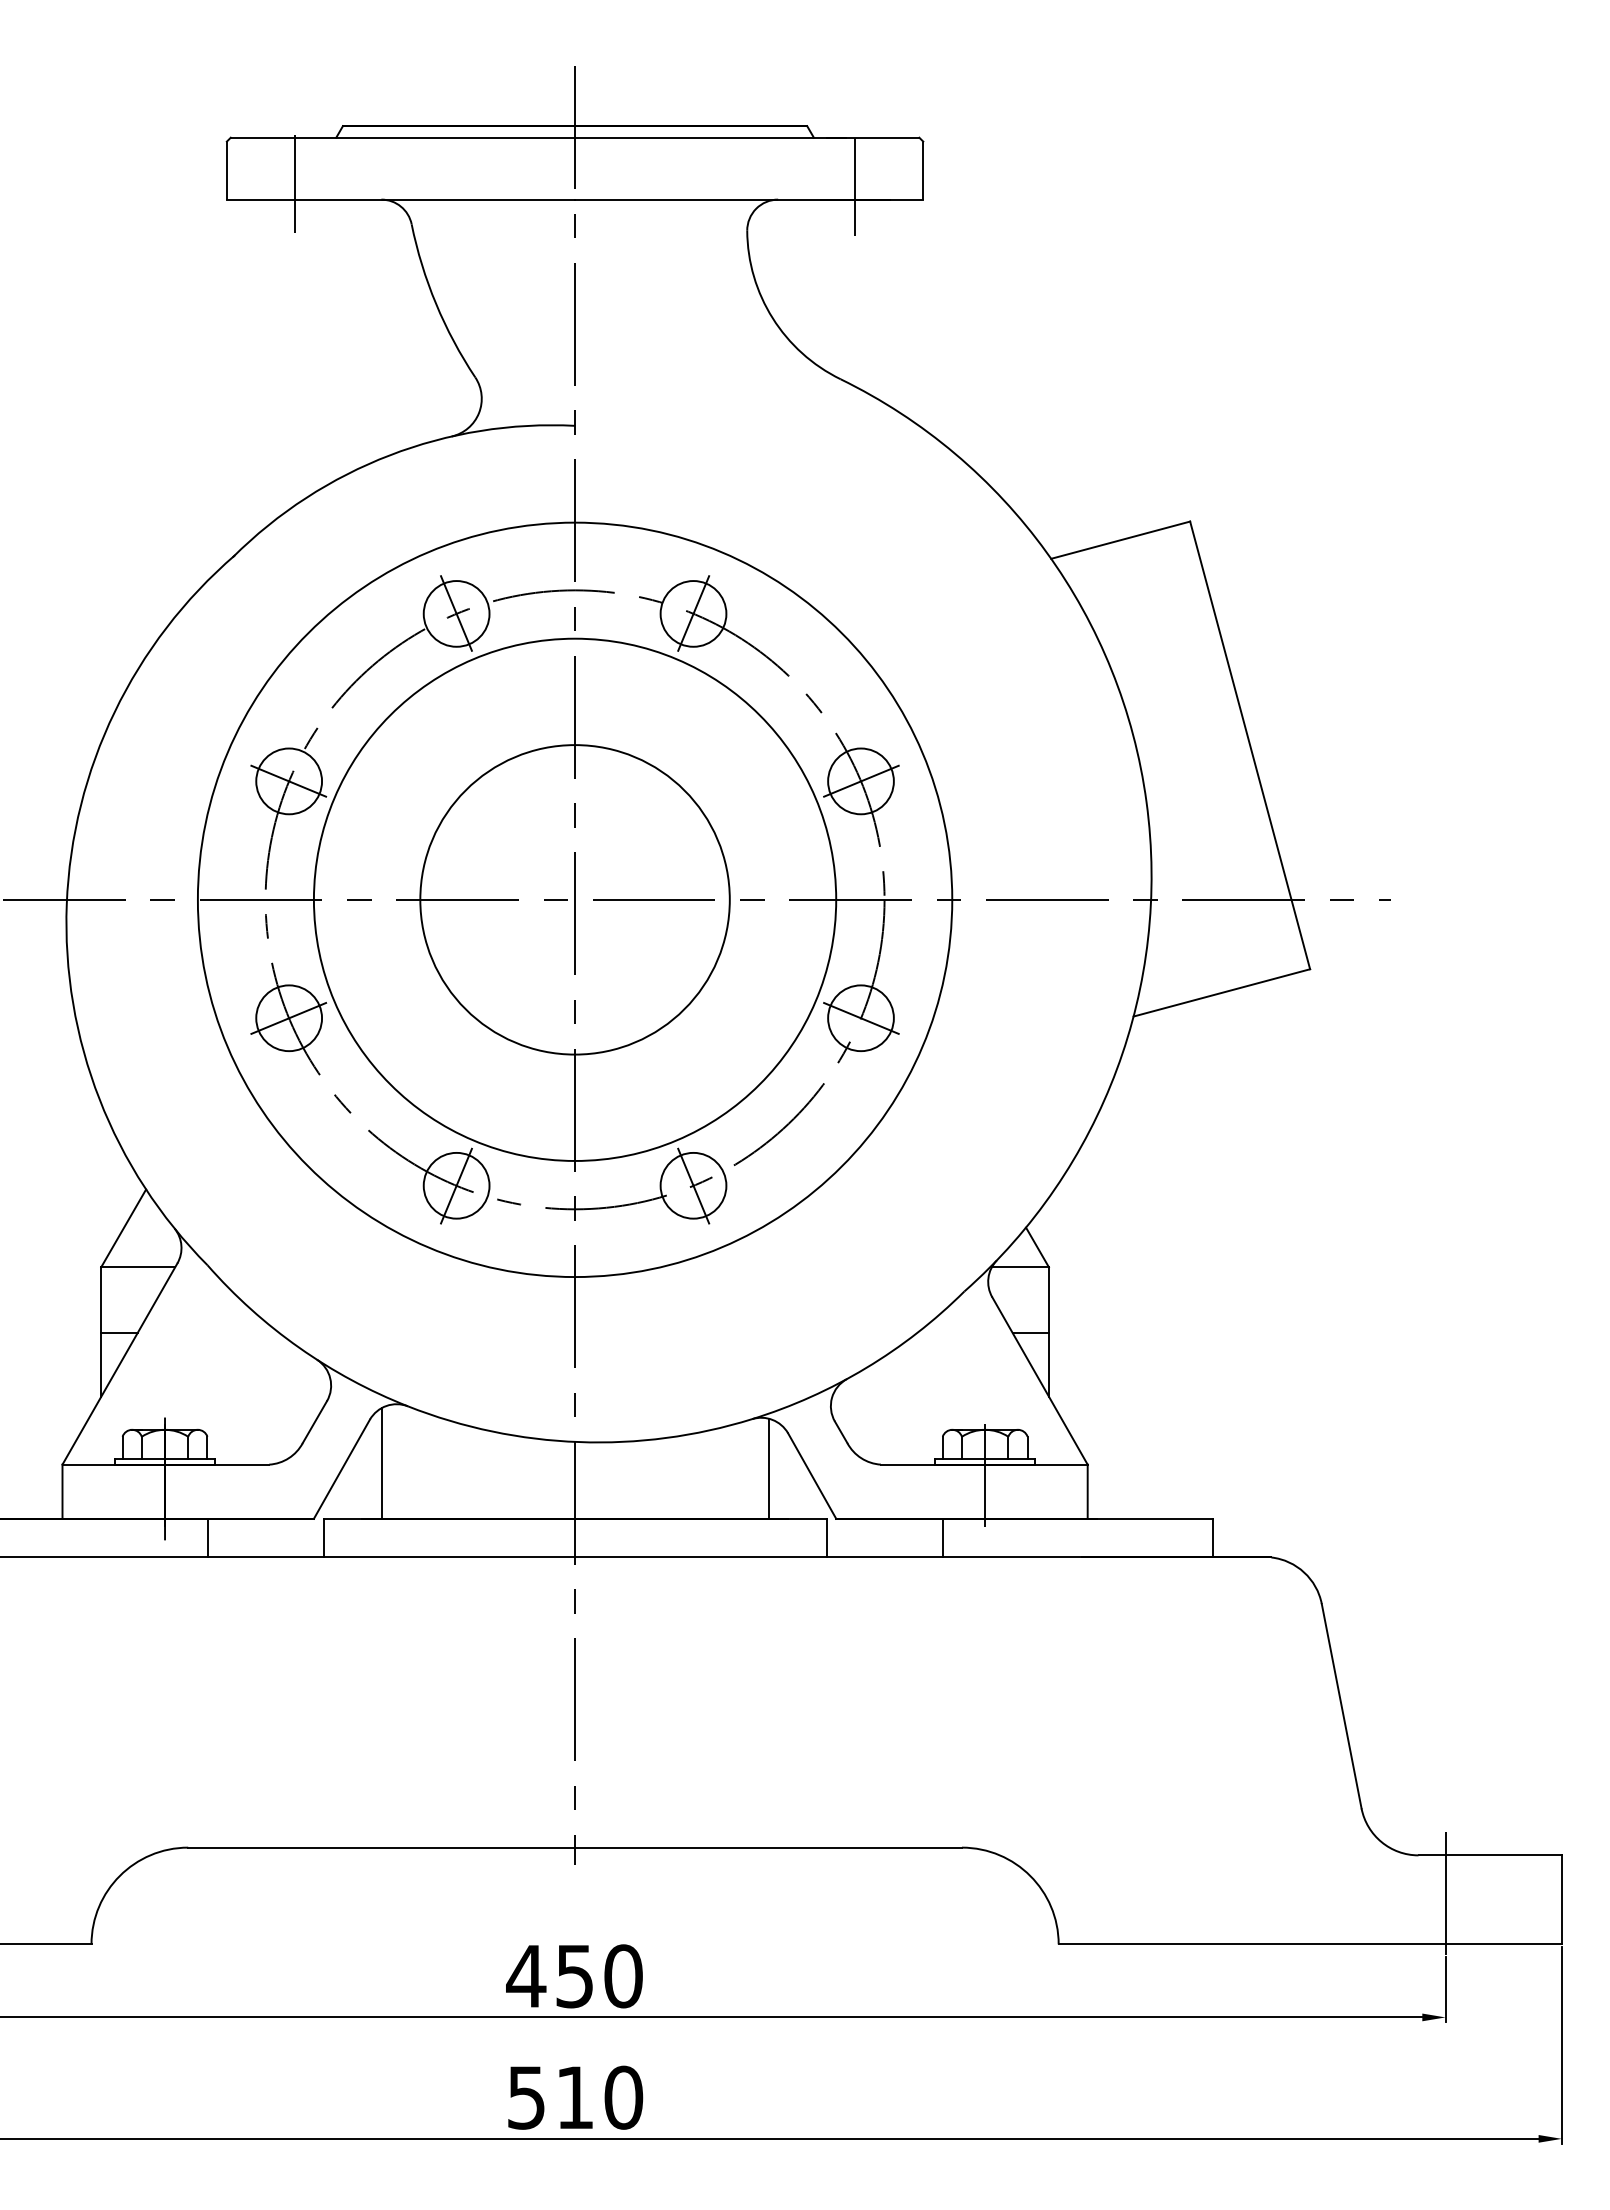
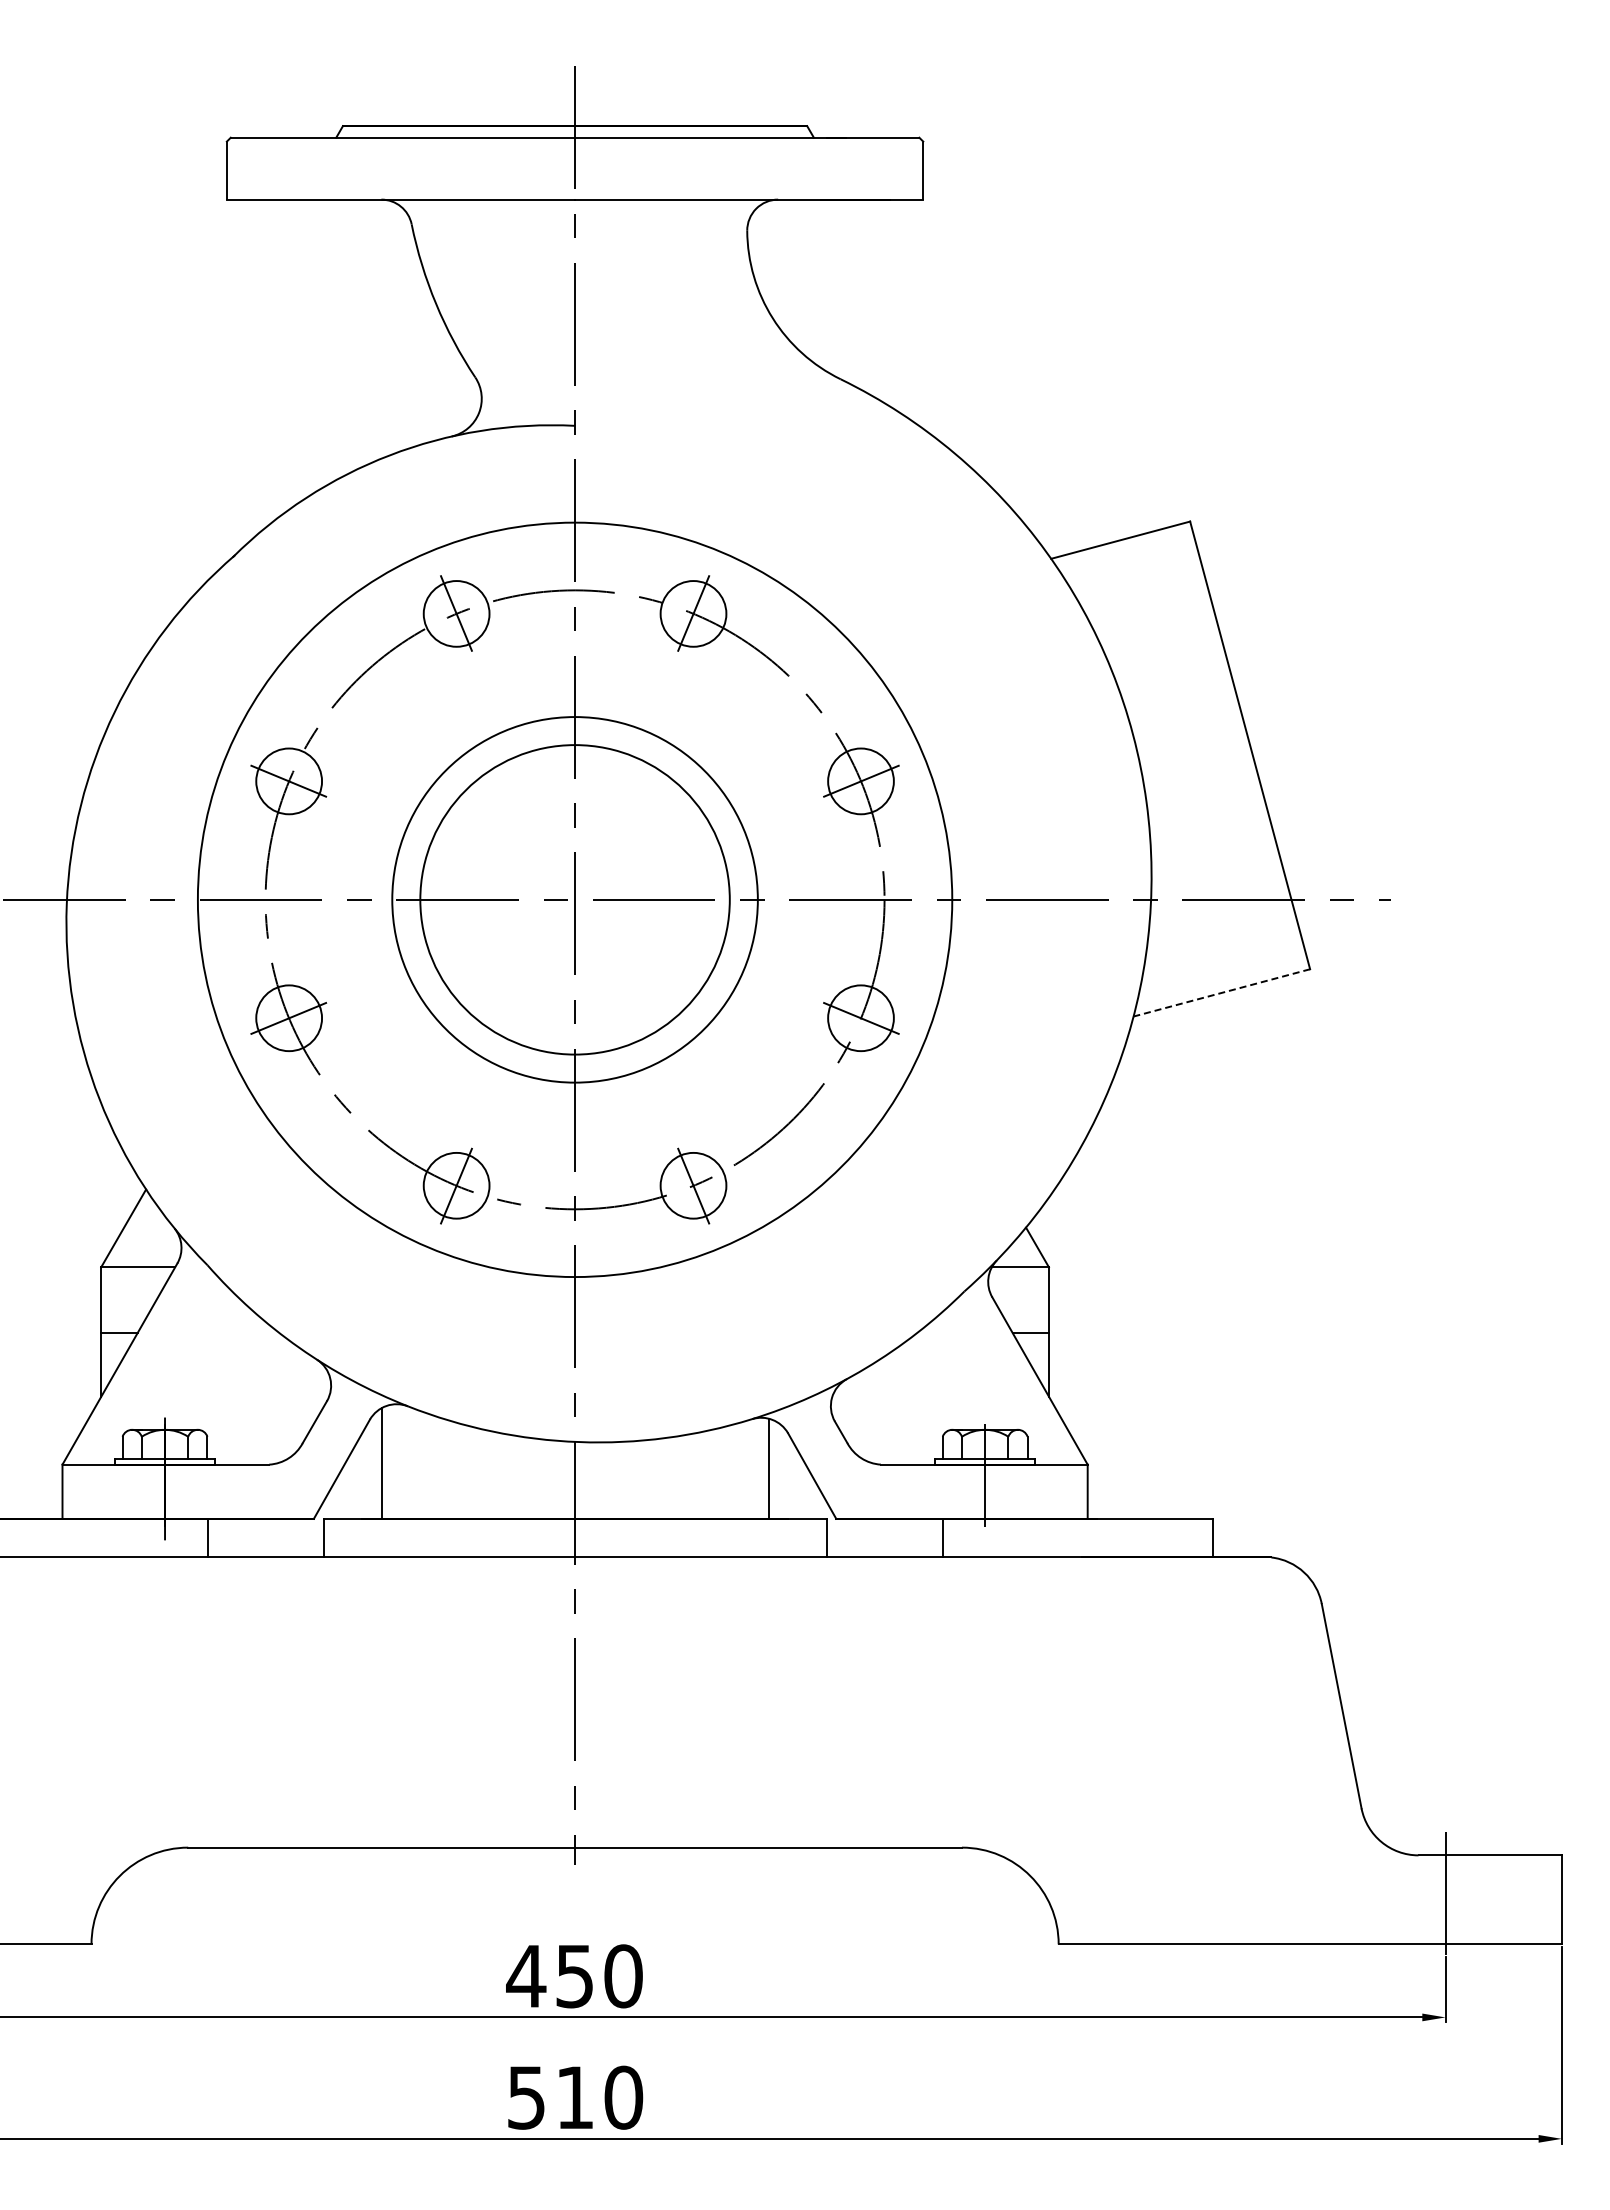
line at (294, 183): present -> none
line at (855, 186): present -> none
circle at (574, 899) diameter: 522 px -> 366 px
line at (1221, 993): solid -> dashed
